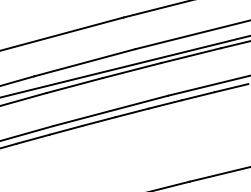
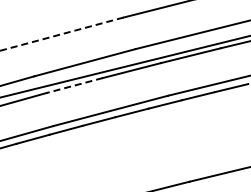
line at (62, 34): solid -> dashed
line at (74, 85): solid -> dashed
